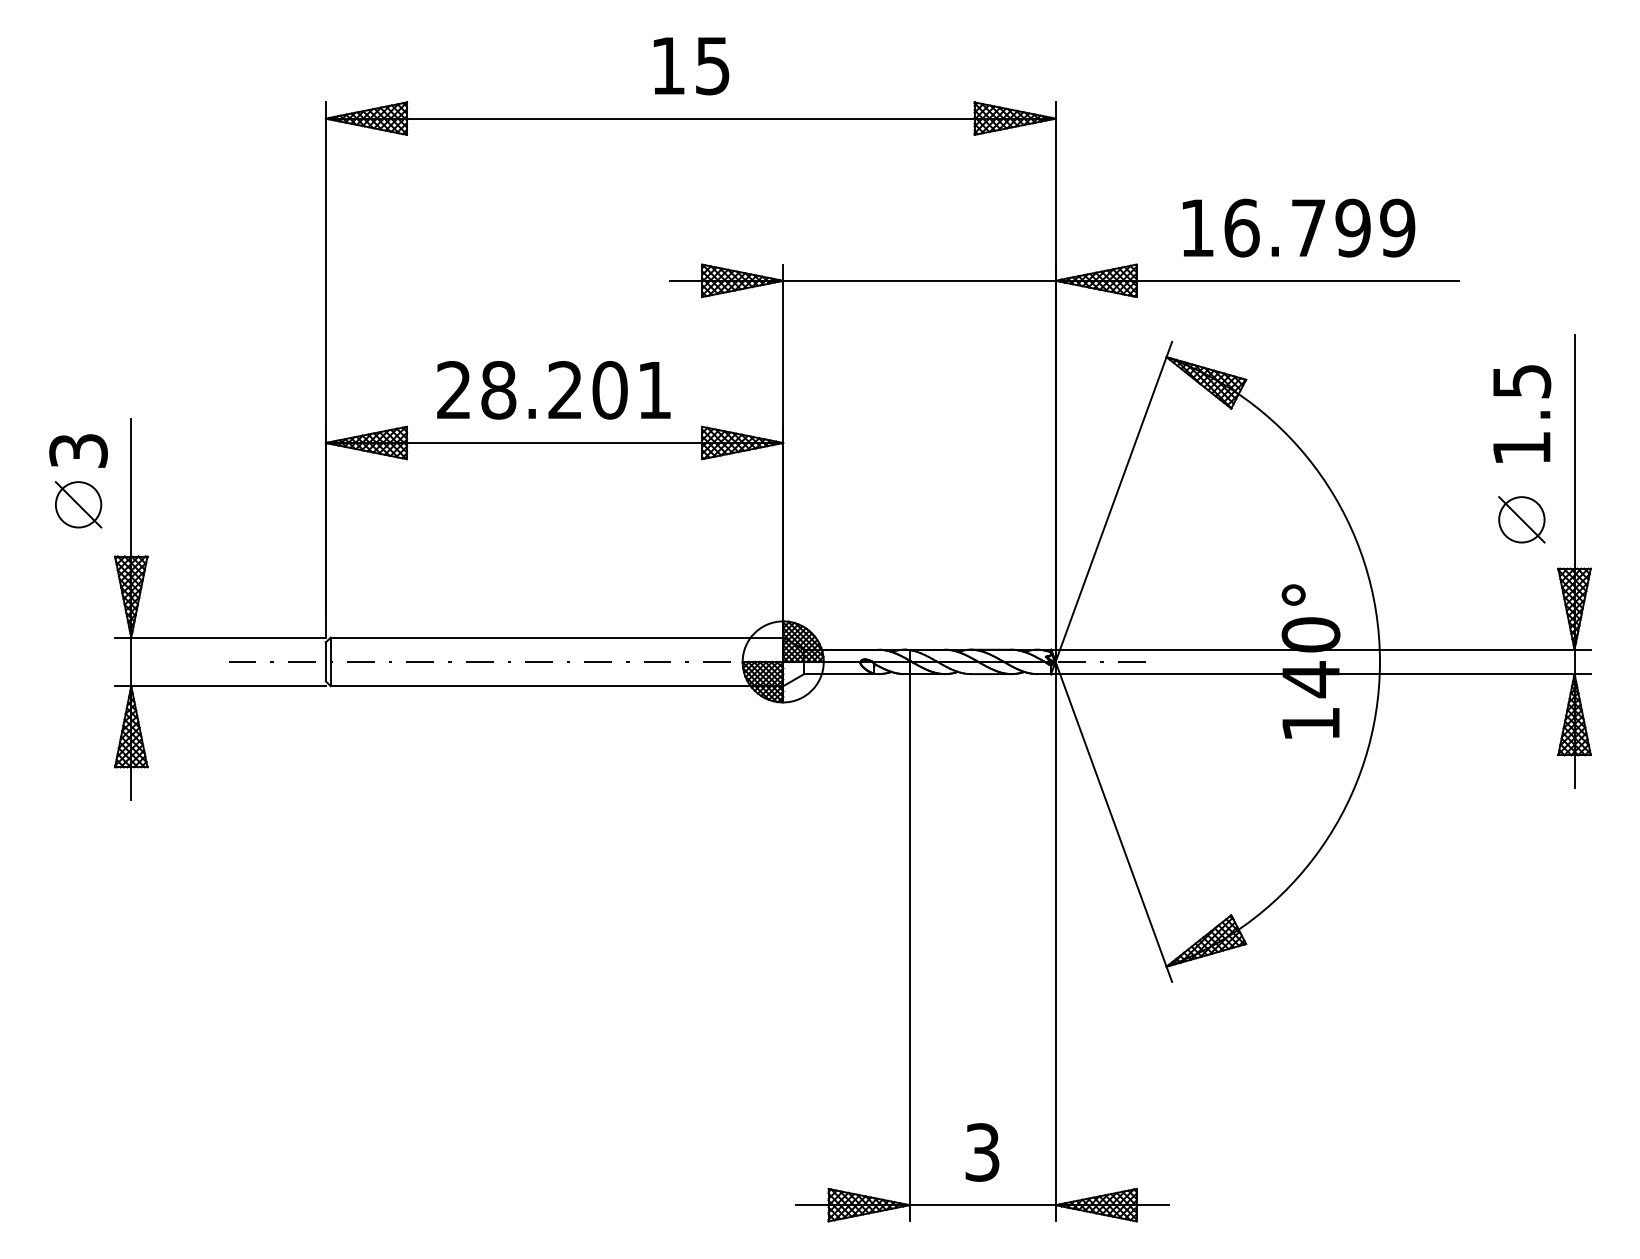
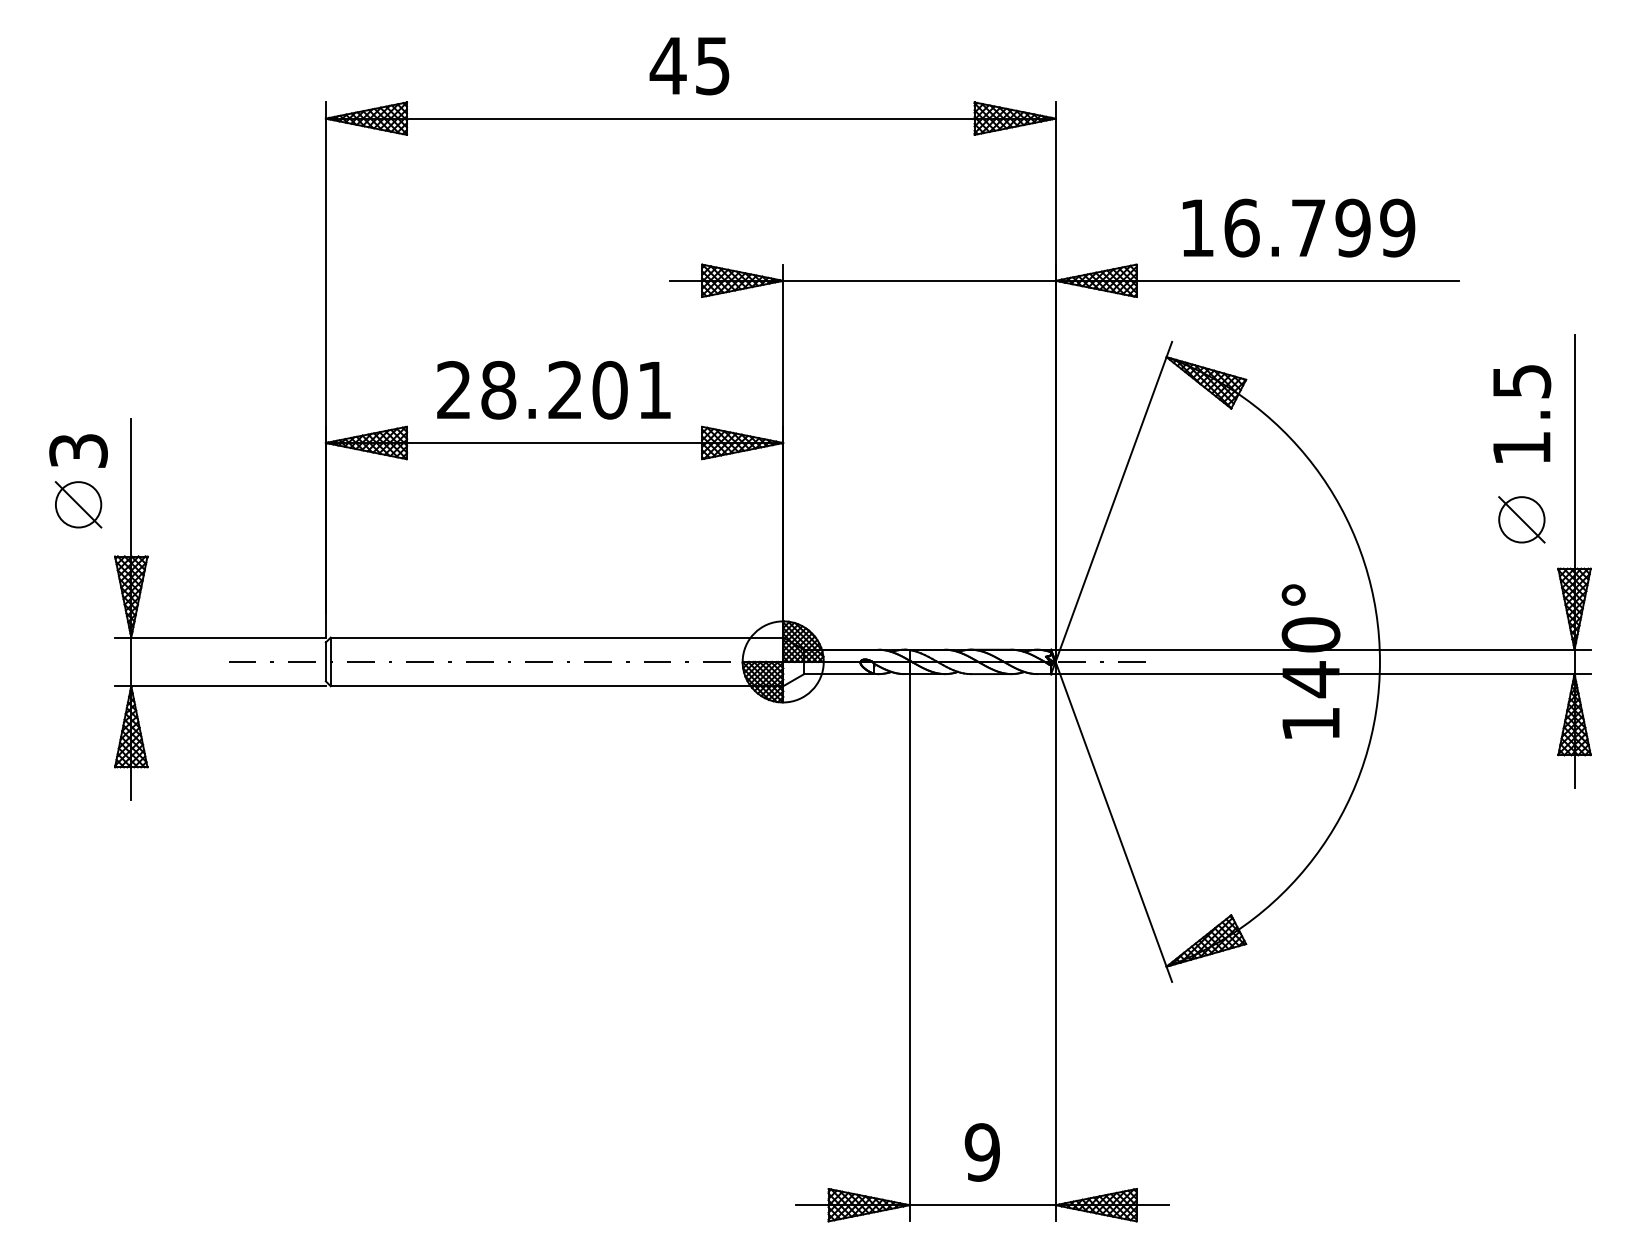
text at (667, 65): 15 -> 45
text at (981, 1152): 3 -> 9
